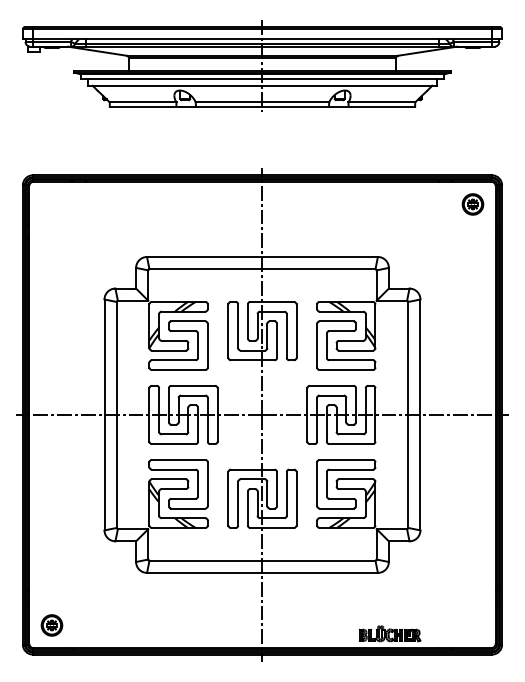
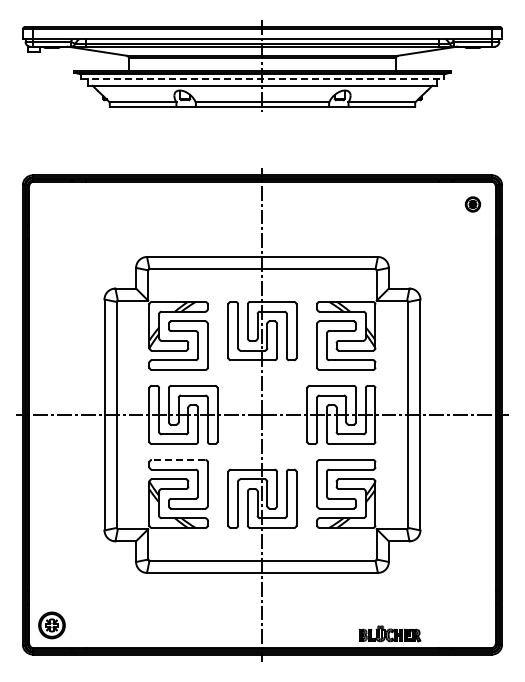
line at (263, 79): solid -> dashed
part at (472, 204) size: 24x23 px -> 18x17 px
line at (178, 459): solid -> dashed
part at (51, 625) size: 24x23 px -> 28x29 px
